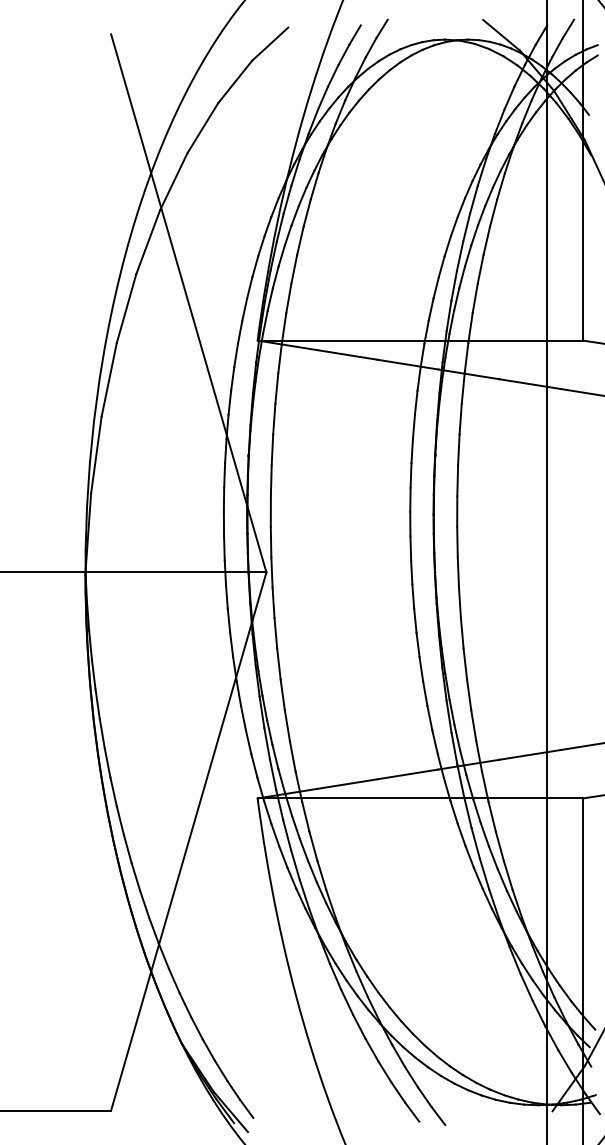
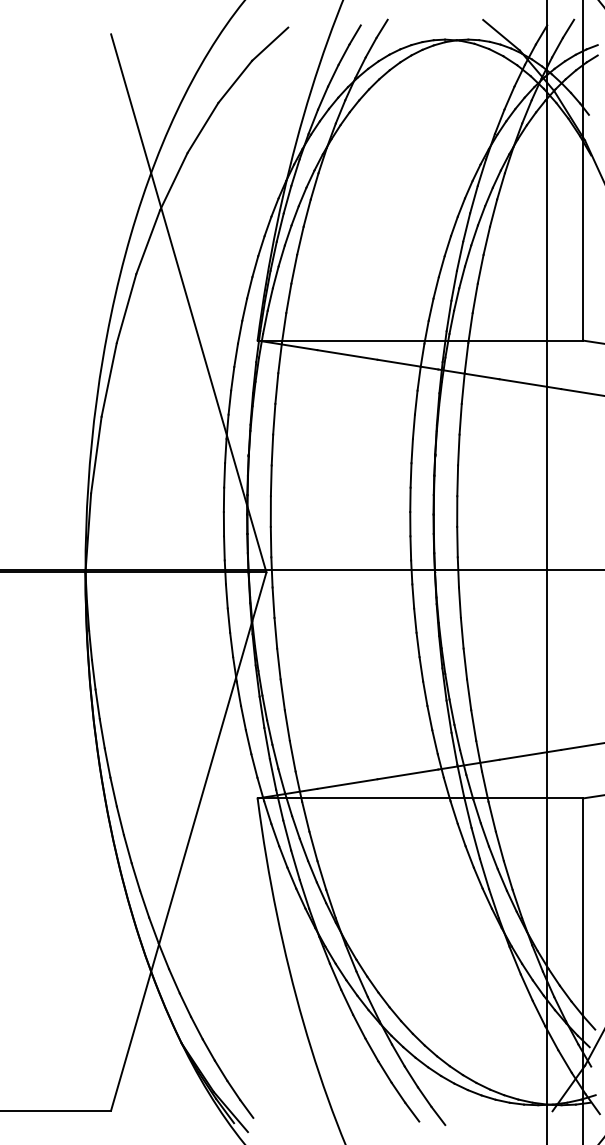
line at (301, 569): none -> present
